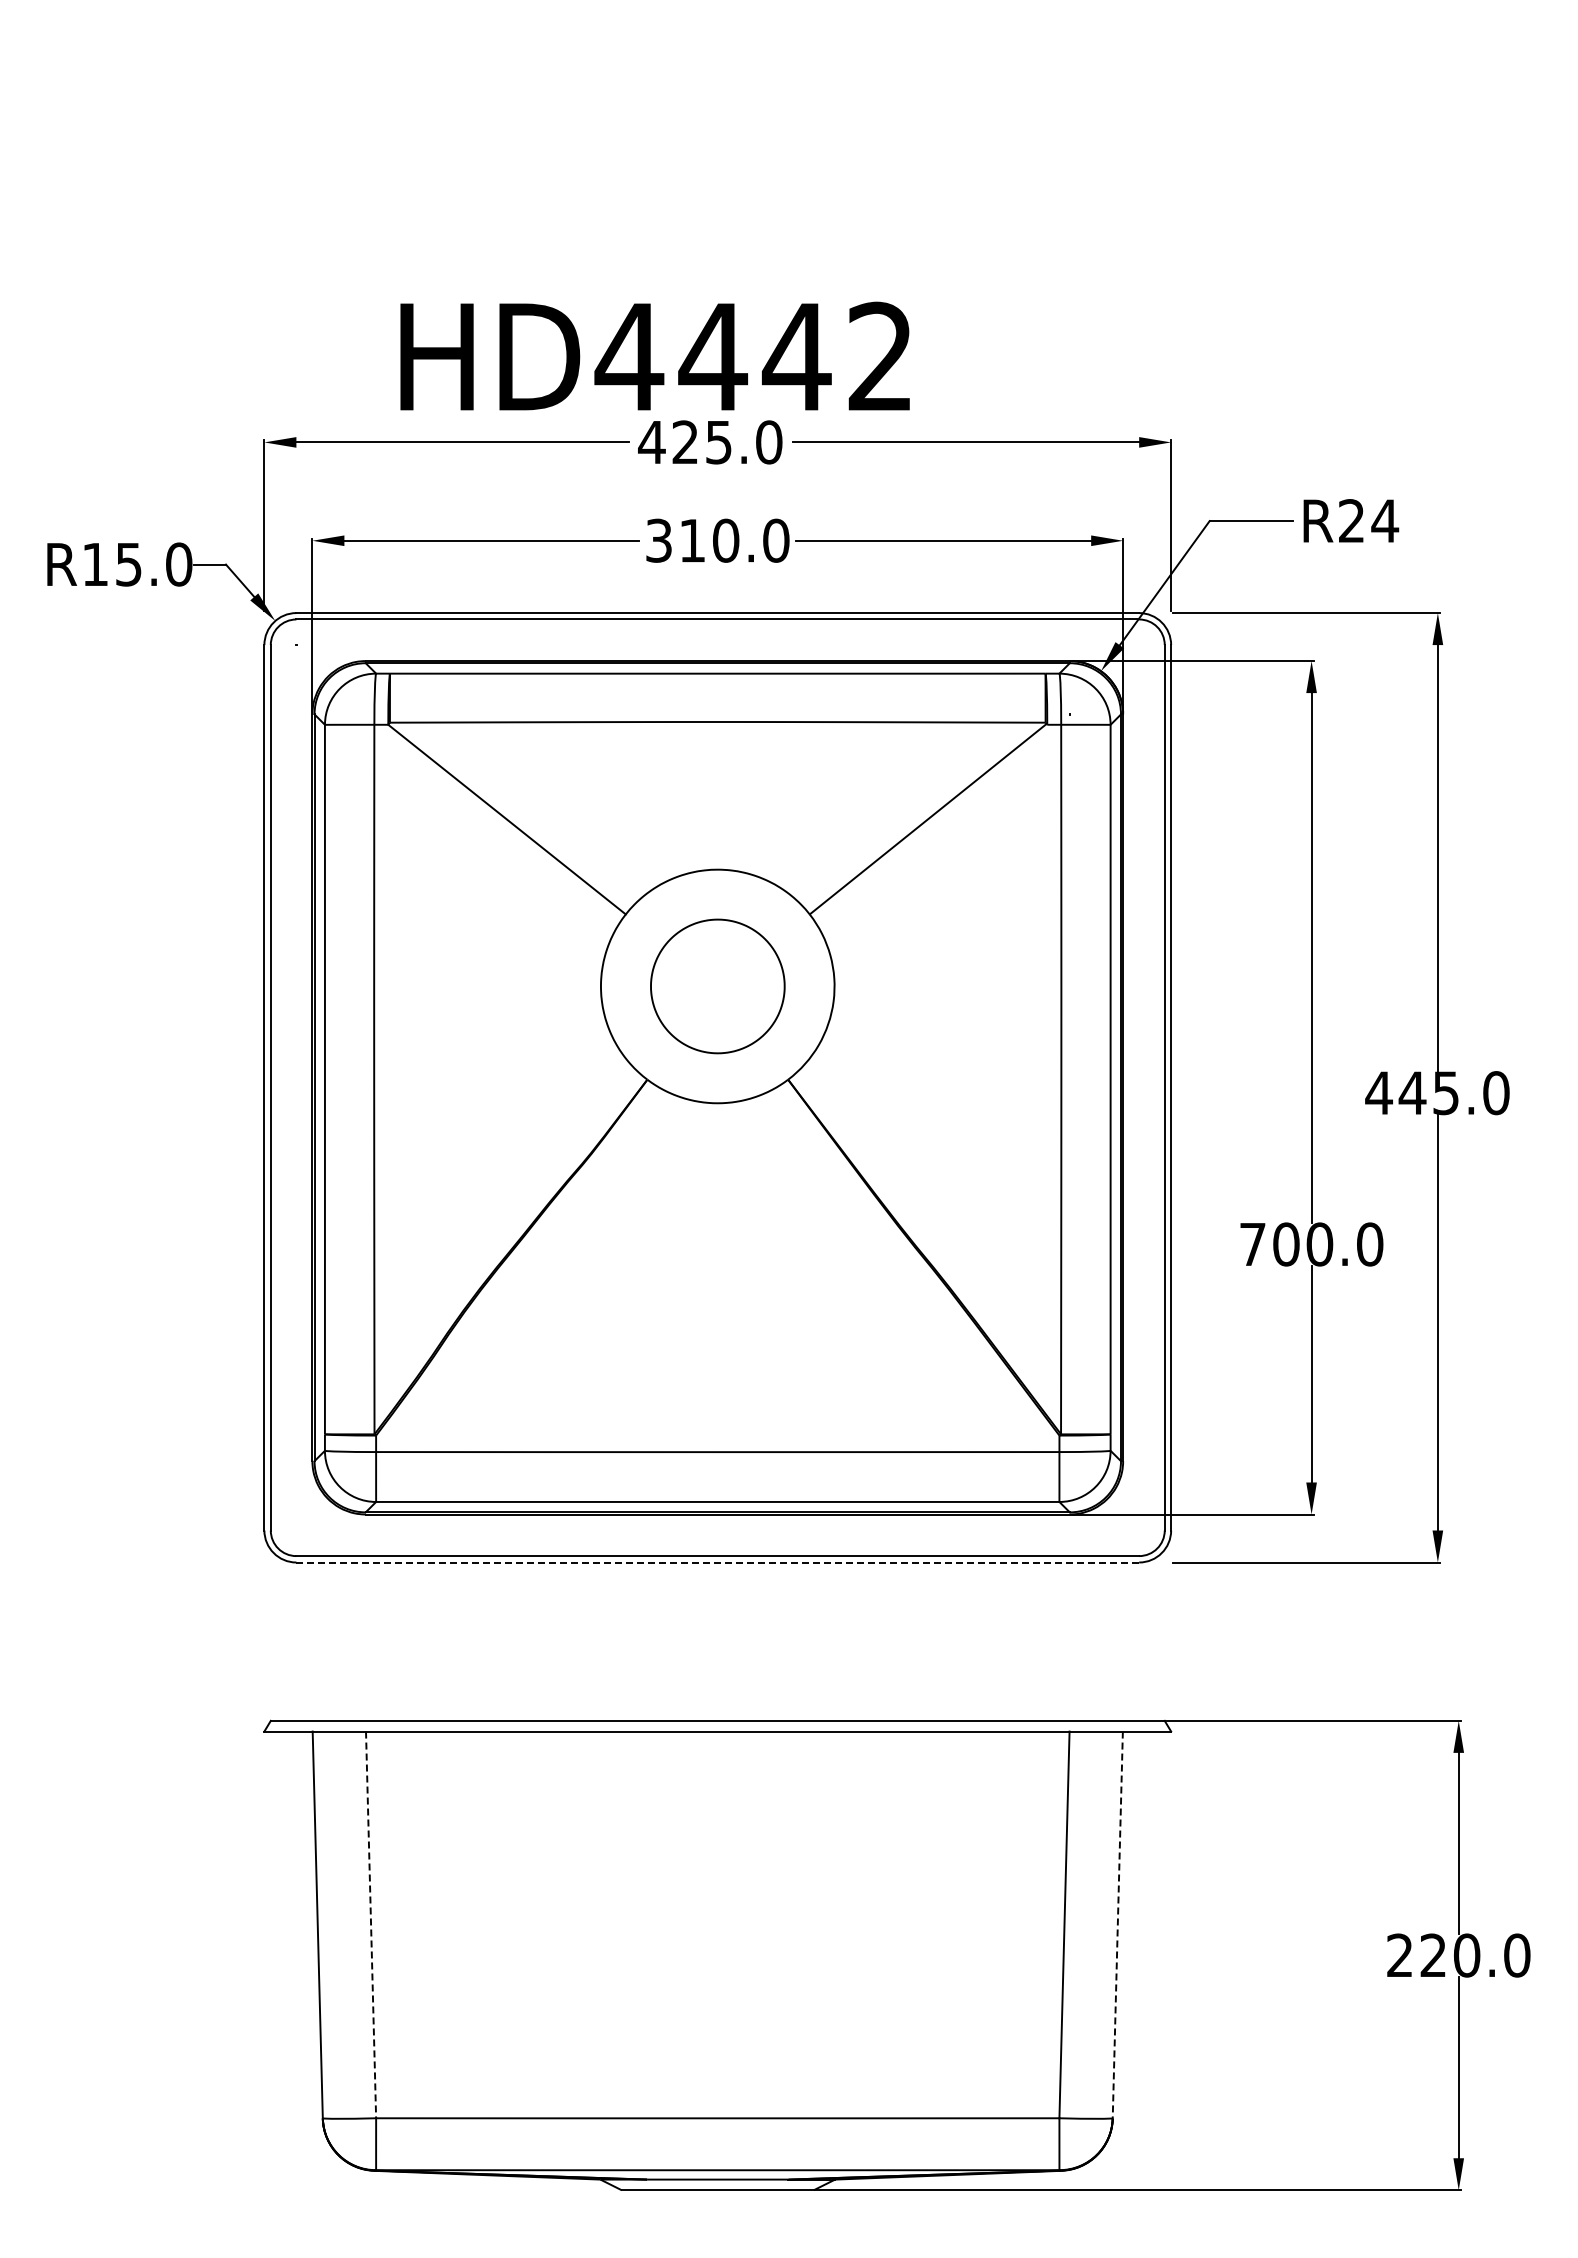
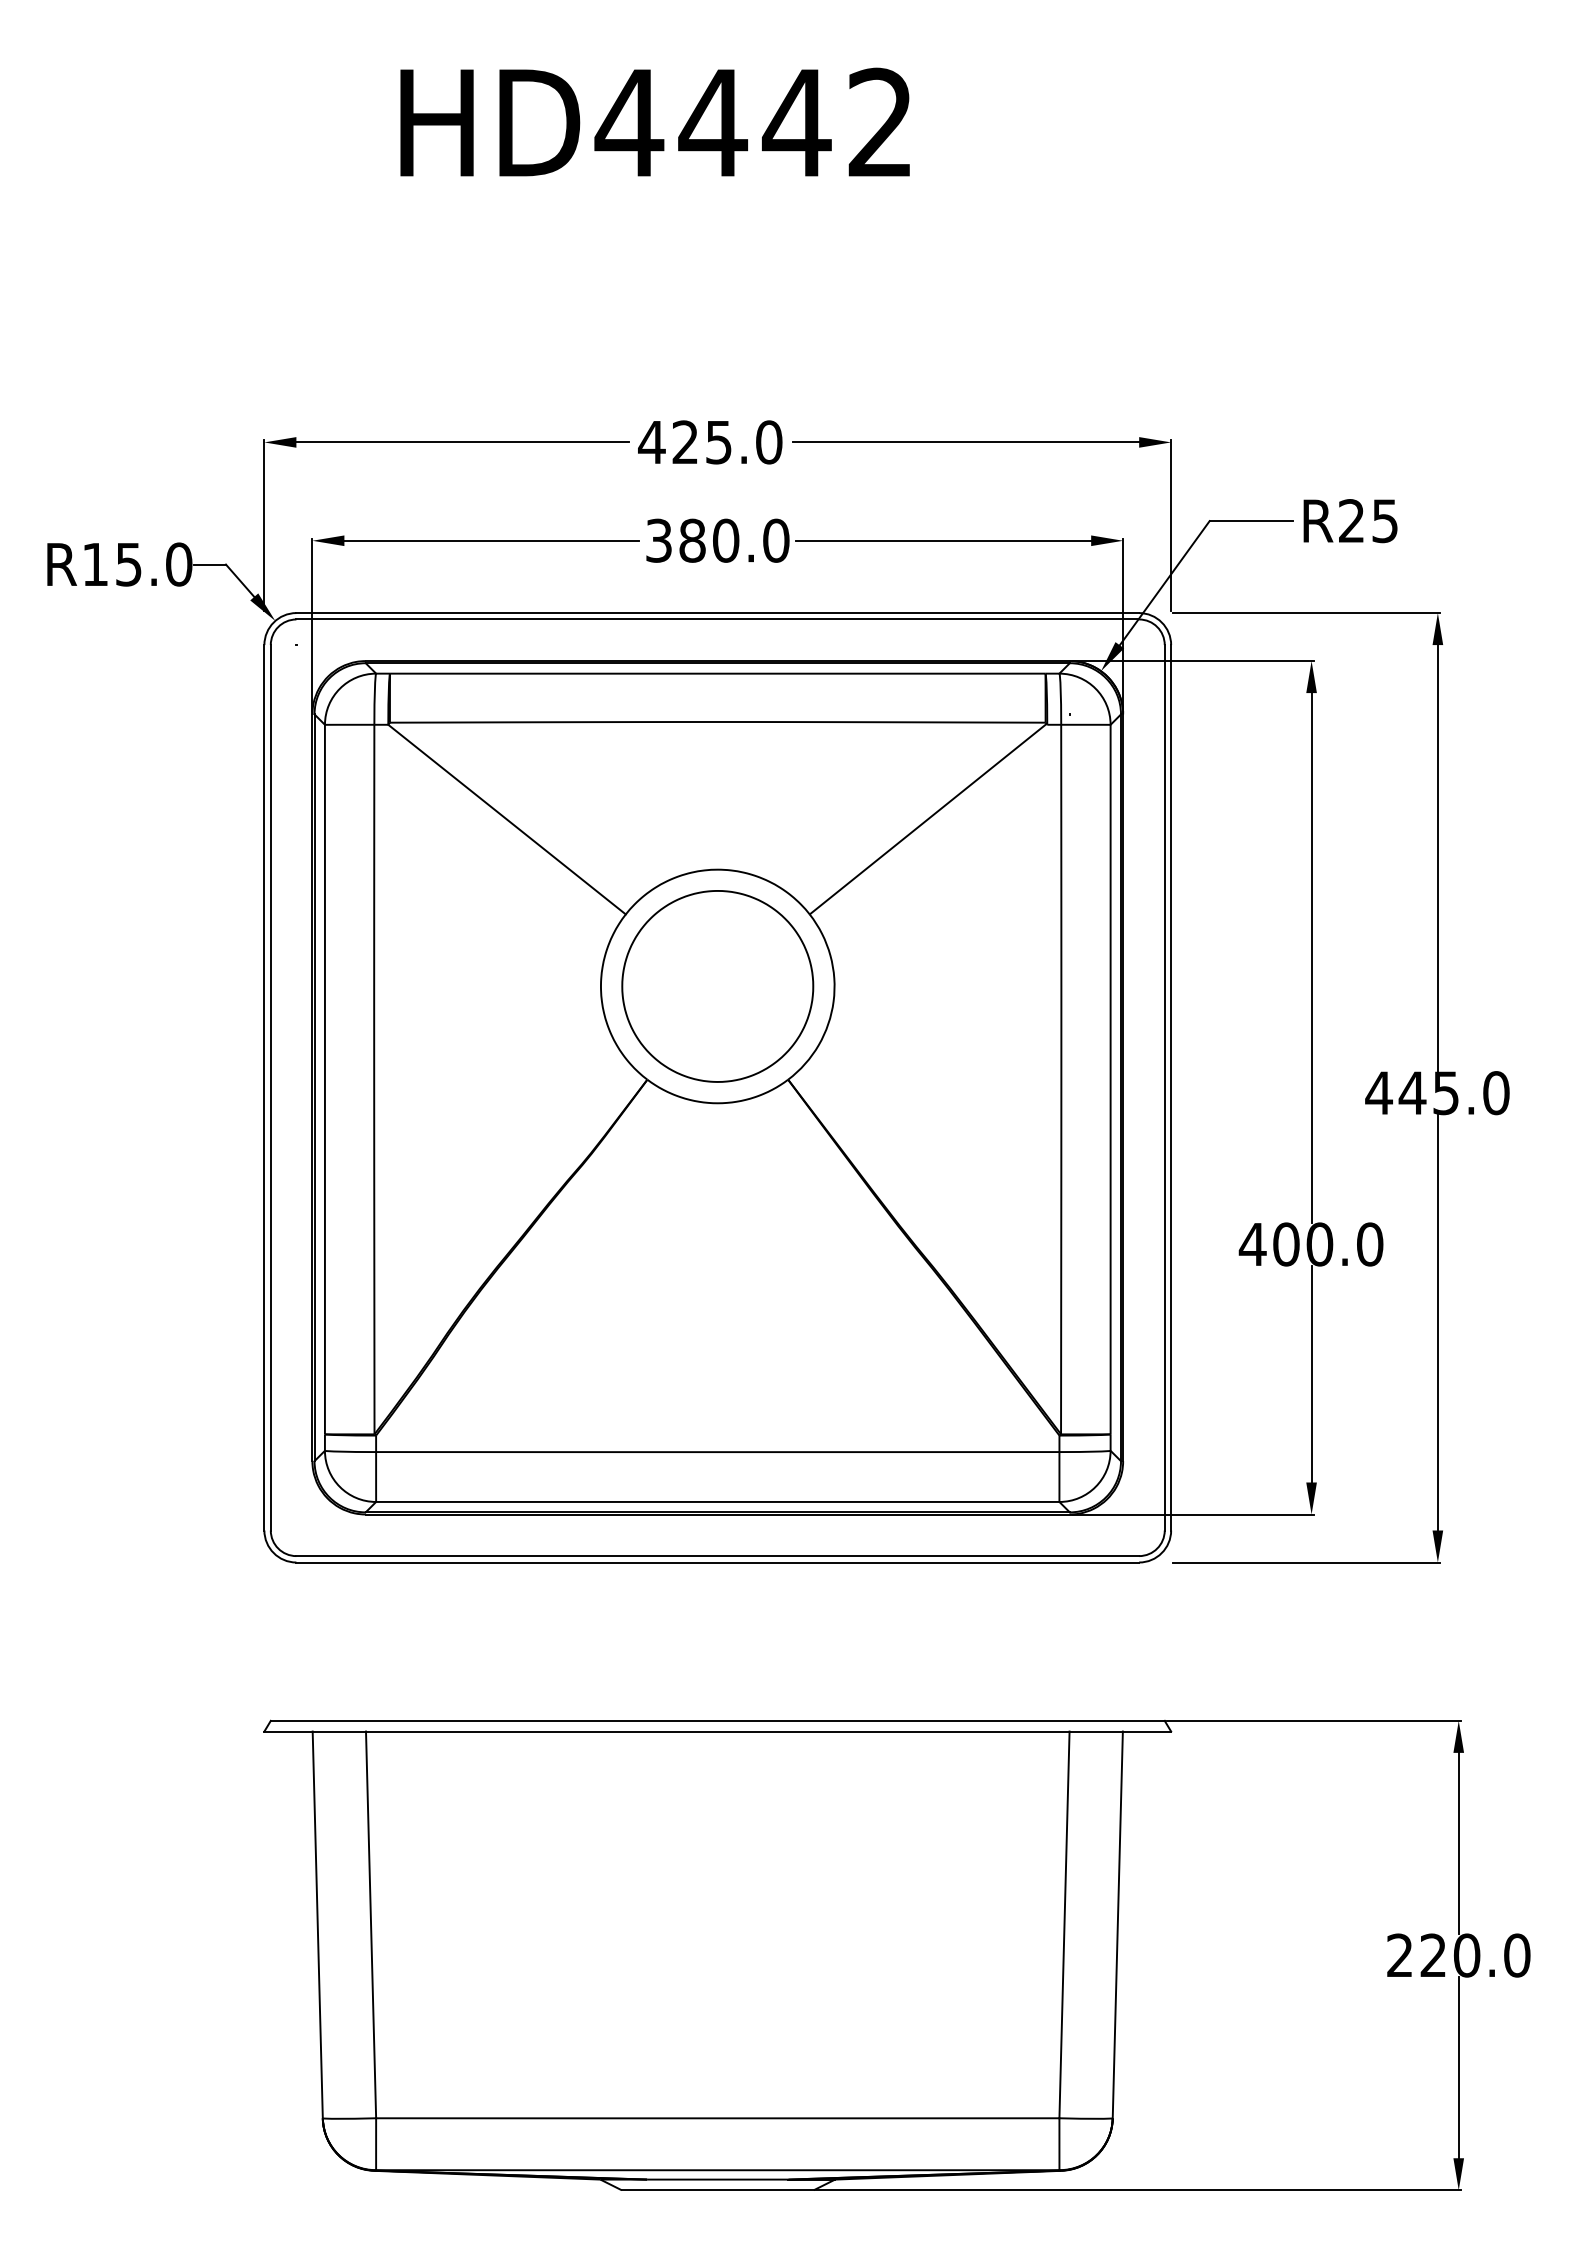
text at (654, 355) position: (654, 355) -> (654, 121)
text at (1385, 521): R24 -> R25
text at (692, 540): 310.0 -> 380.0
part at (717, 986) size: 136x137 px -> 194x193 px
text at (1252, 1244): 700.0 -> 400.0
line at (718, 1562): dashed -> solid
line at (371, 1925): dashed -> solid
line at (1117, 1925): dashed -> solid
